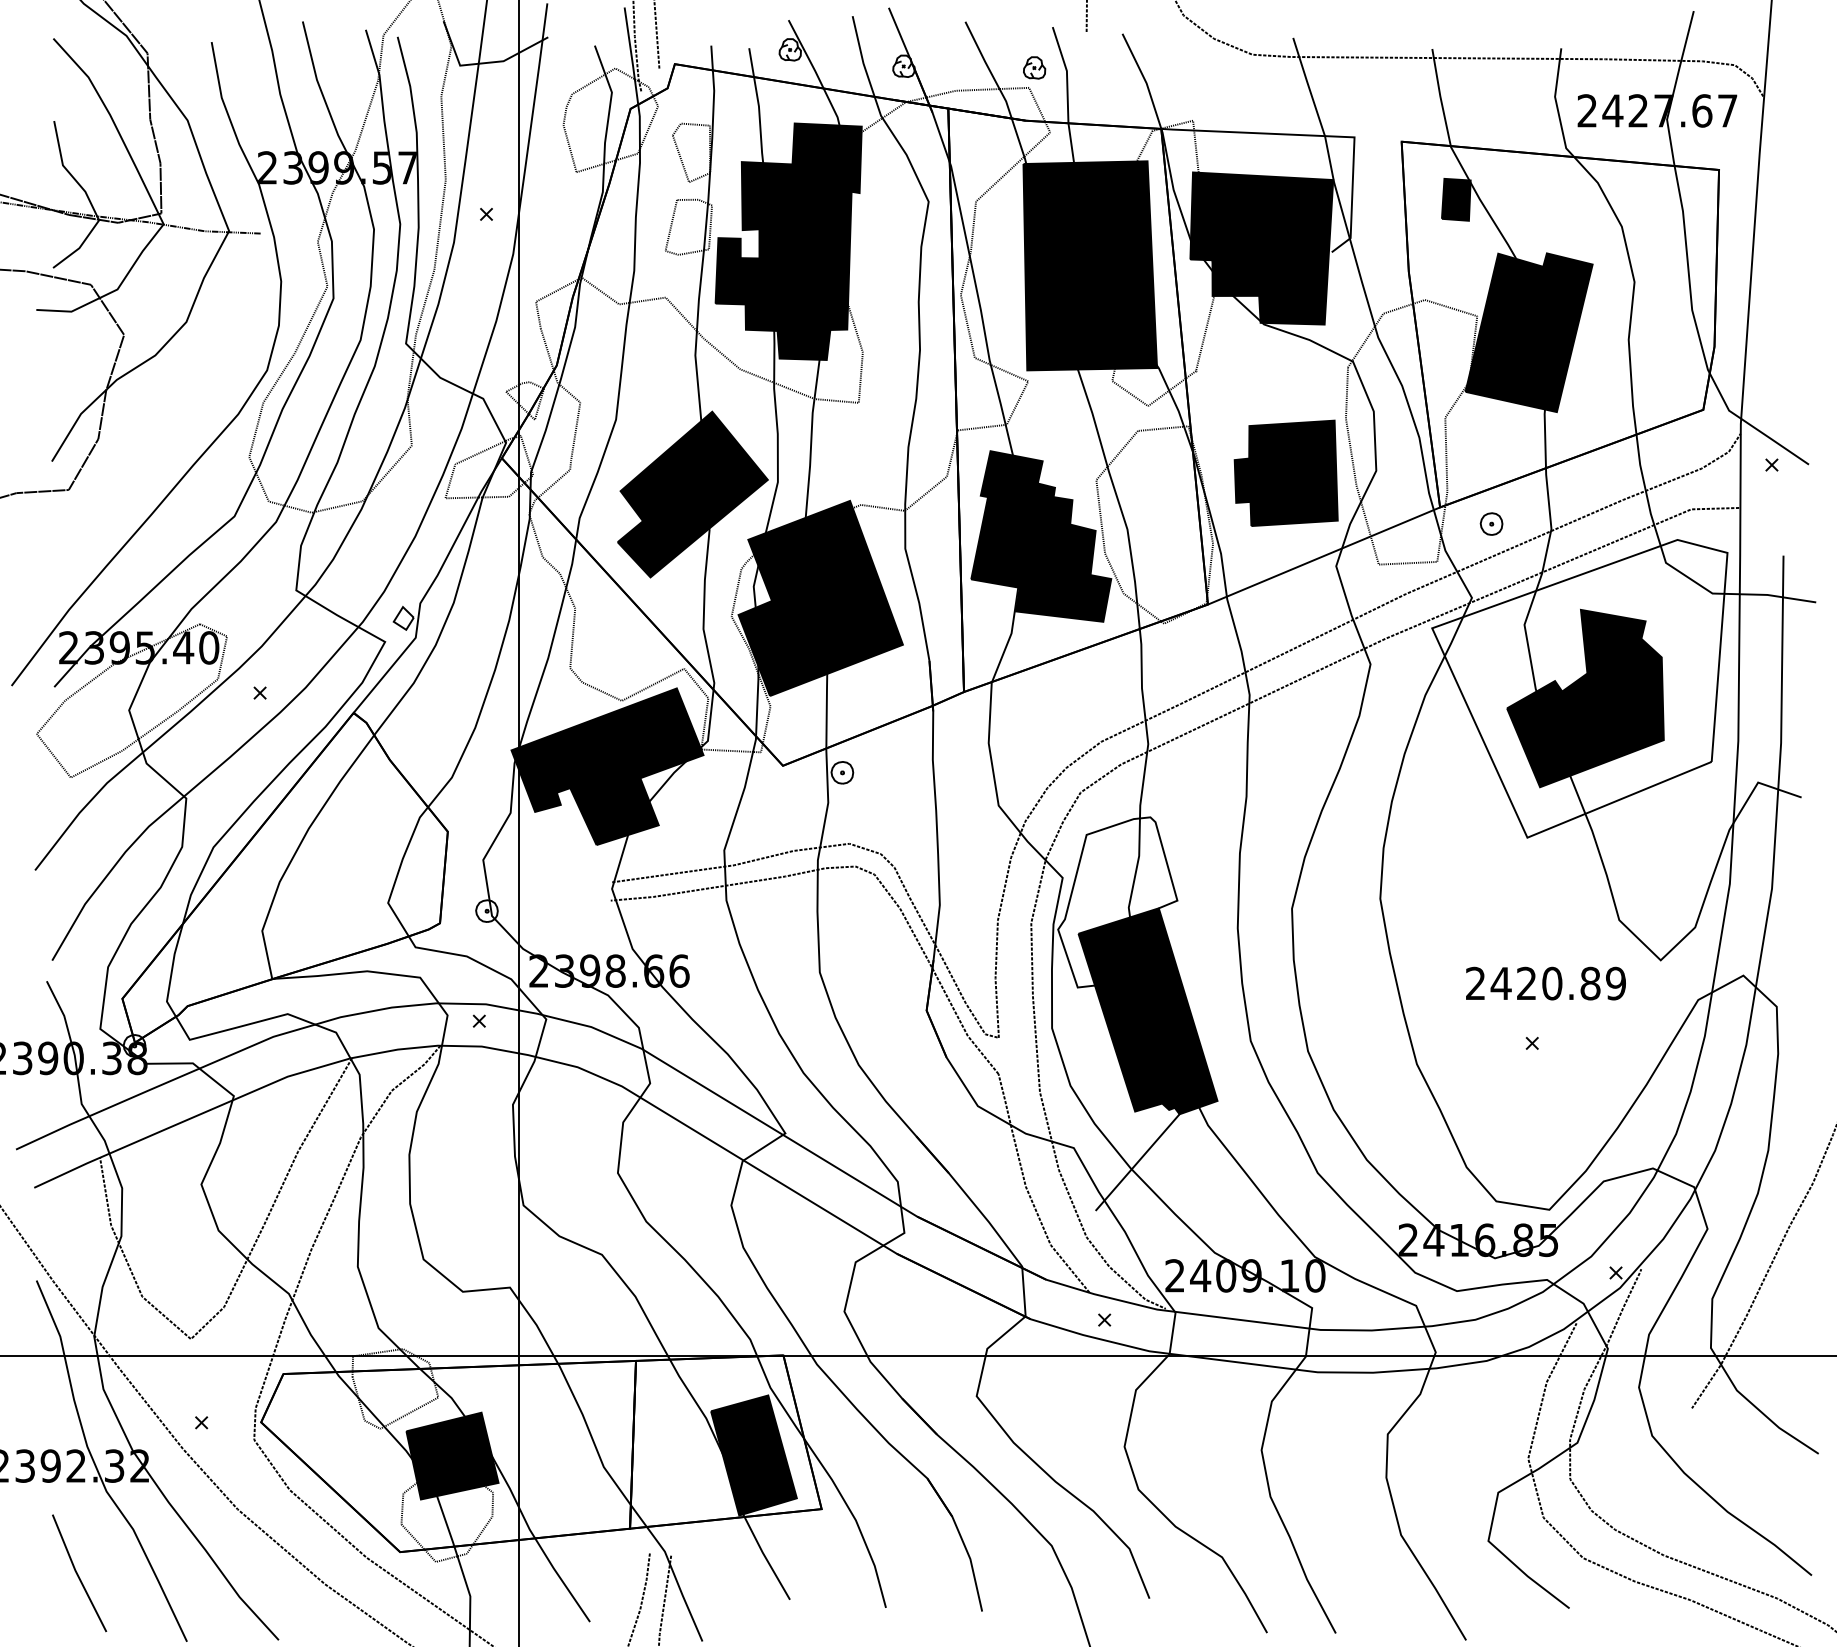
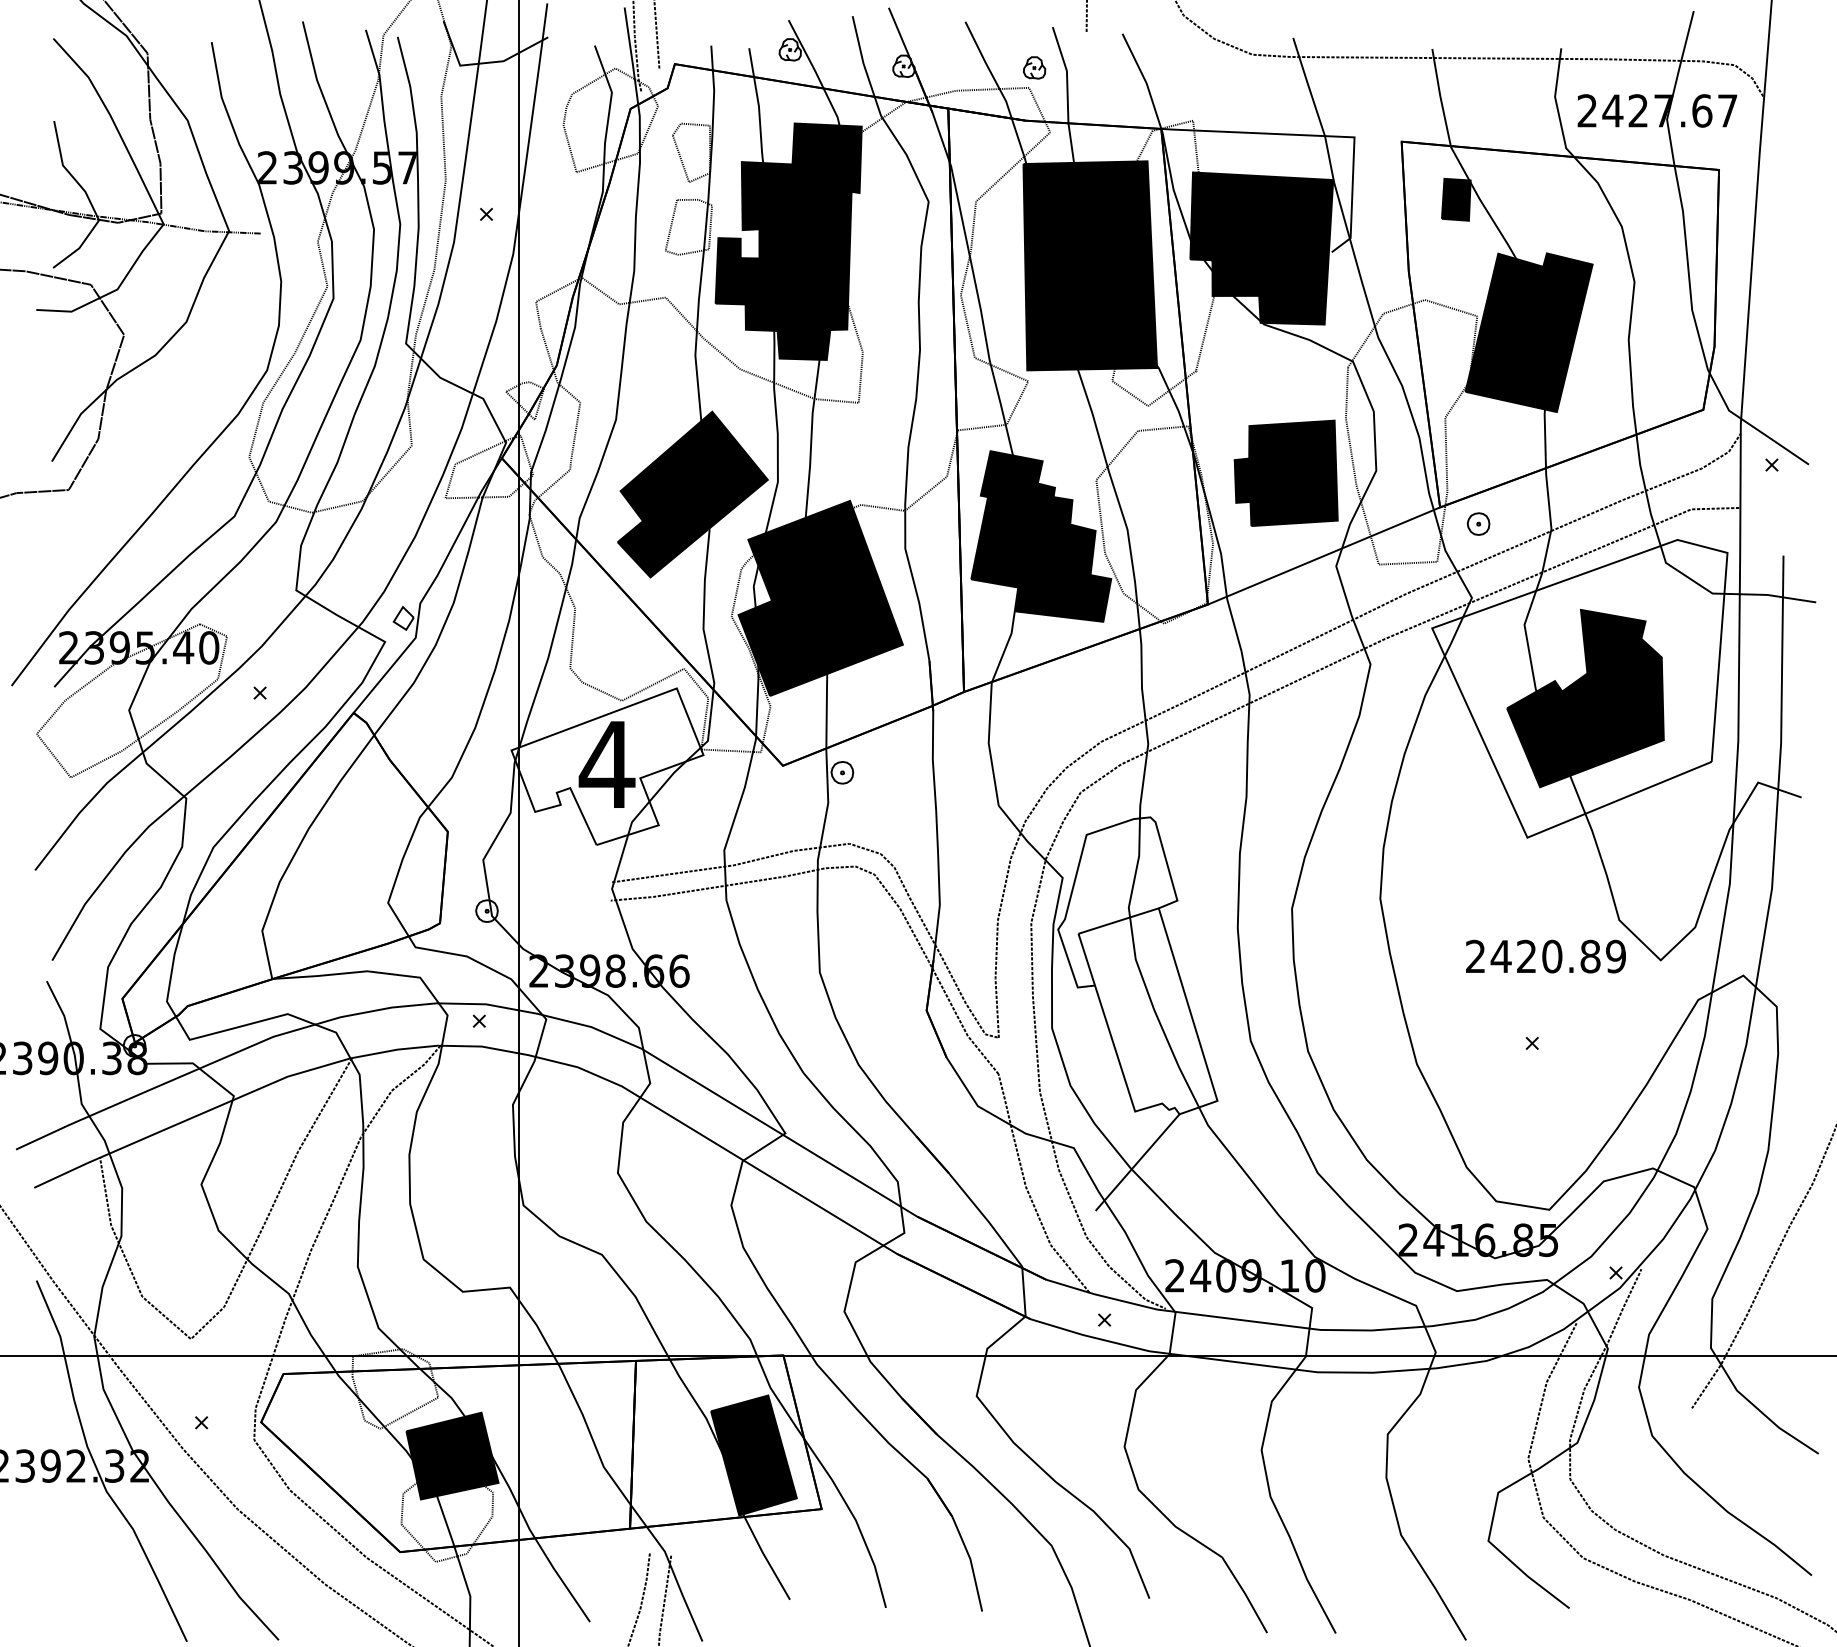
part at (1491, 523) position: (1491, 523) -> (1478, 523)
fill at (607, 766): present -> none
text at (1545, 983) position: (1545, 983) -> (1545, 956)
fill at (1147, 1011): present -> none
line at (78, 1574): present -> none
